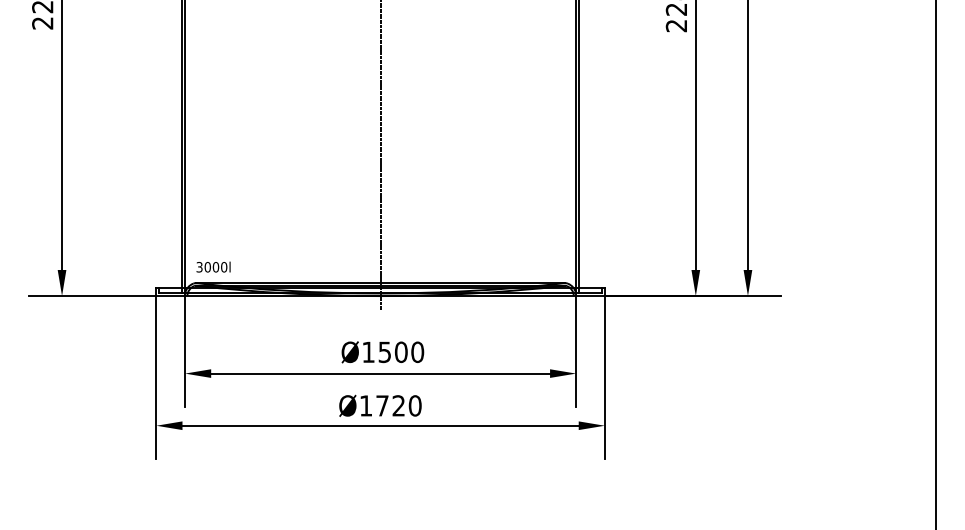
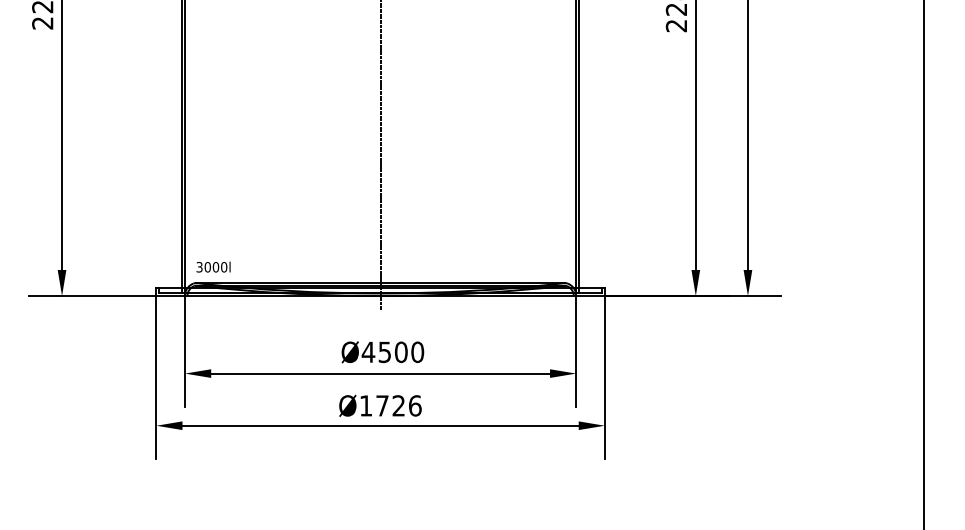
line at (936, 264) position: (936, 264) -> (924, 264)
text at (368, 351): Ø1500 -> Ø4500
text at (414, 405): Ø1720 -> Ø1726
